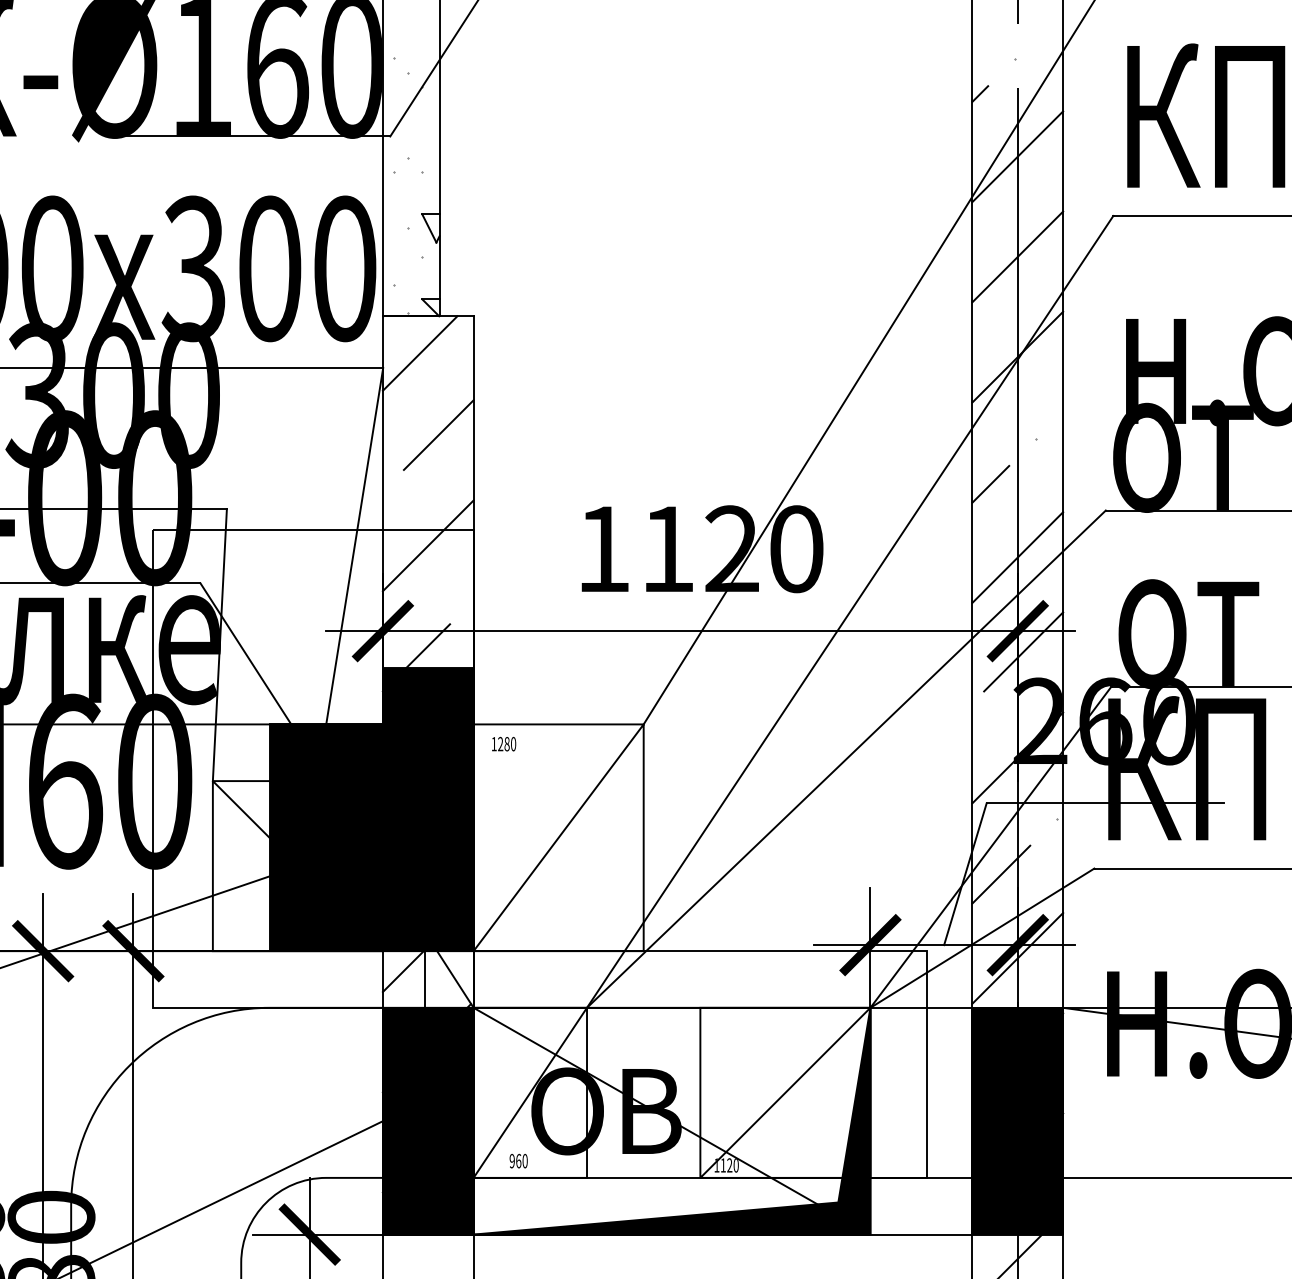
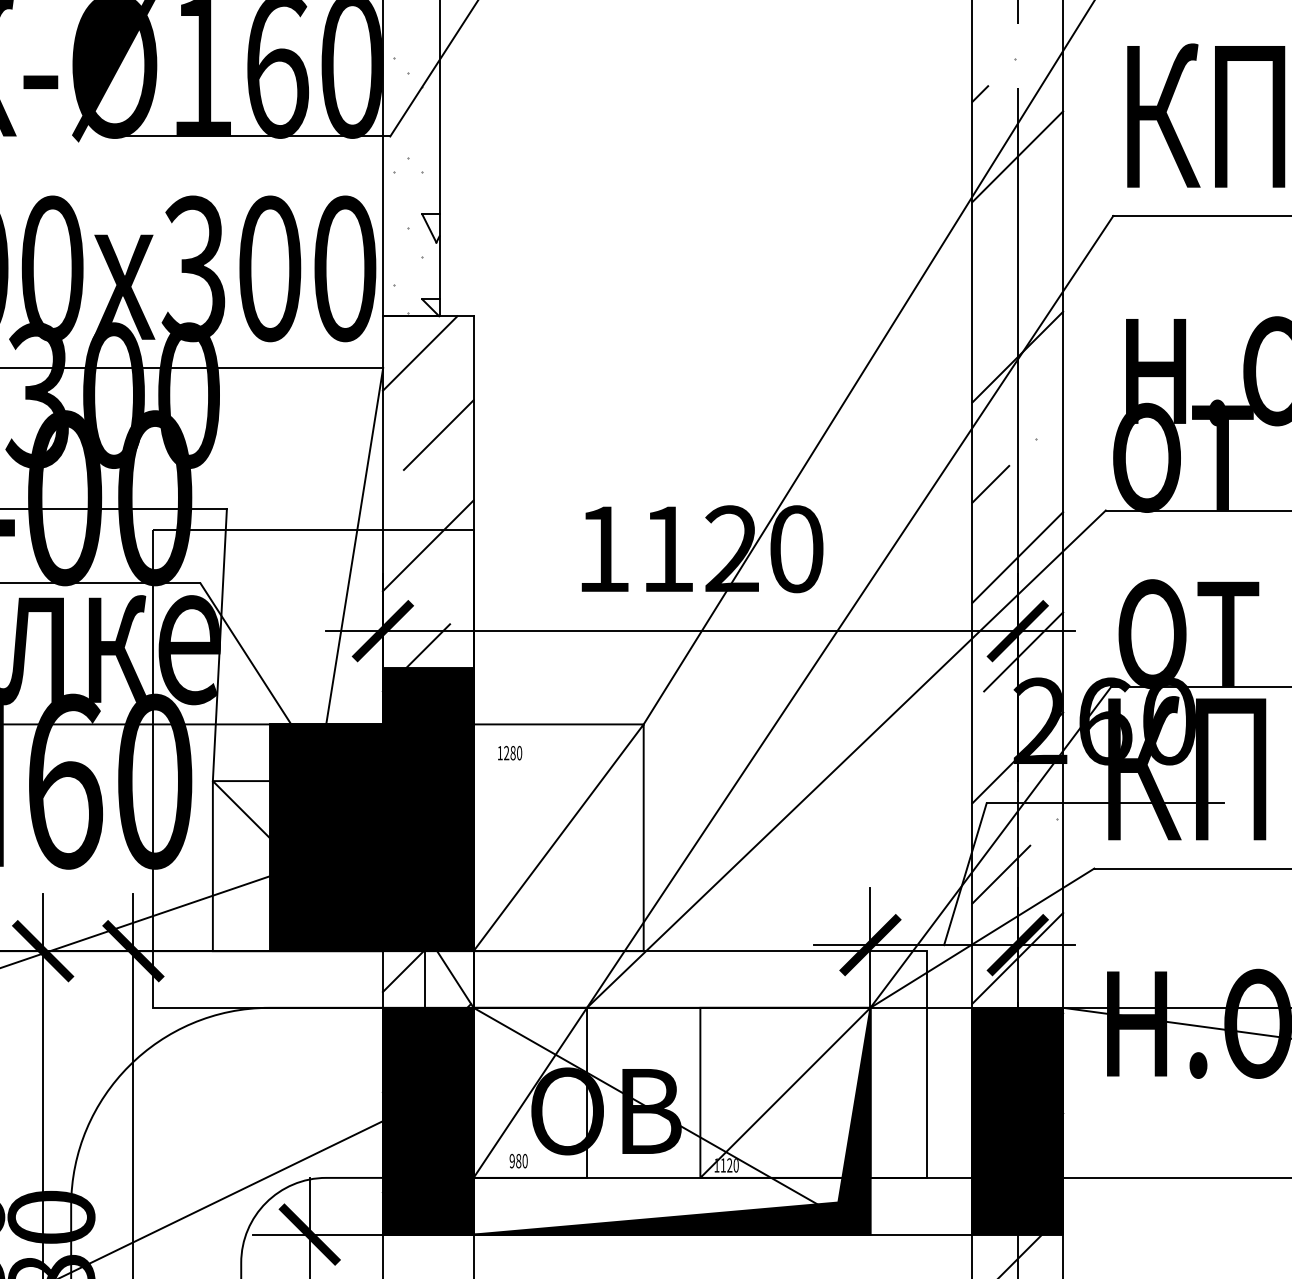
line at (1017, 256): present -> none
text at (504, 743) position: (504, 743) -> (510, 752)
text at (518, 1160): 960 -> 980
